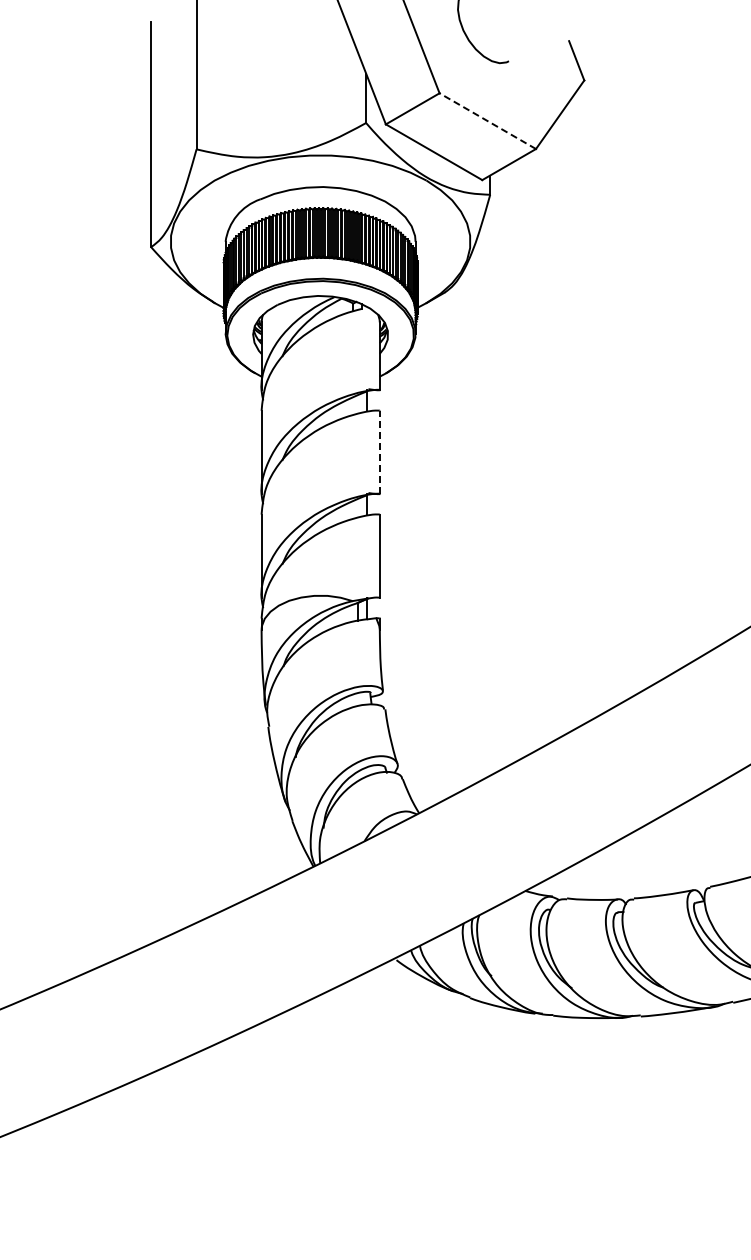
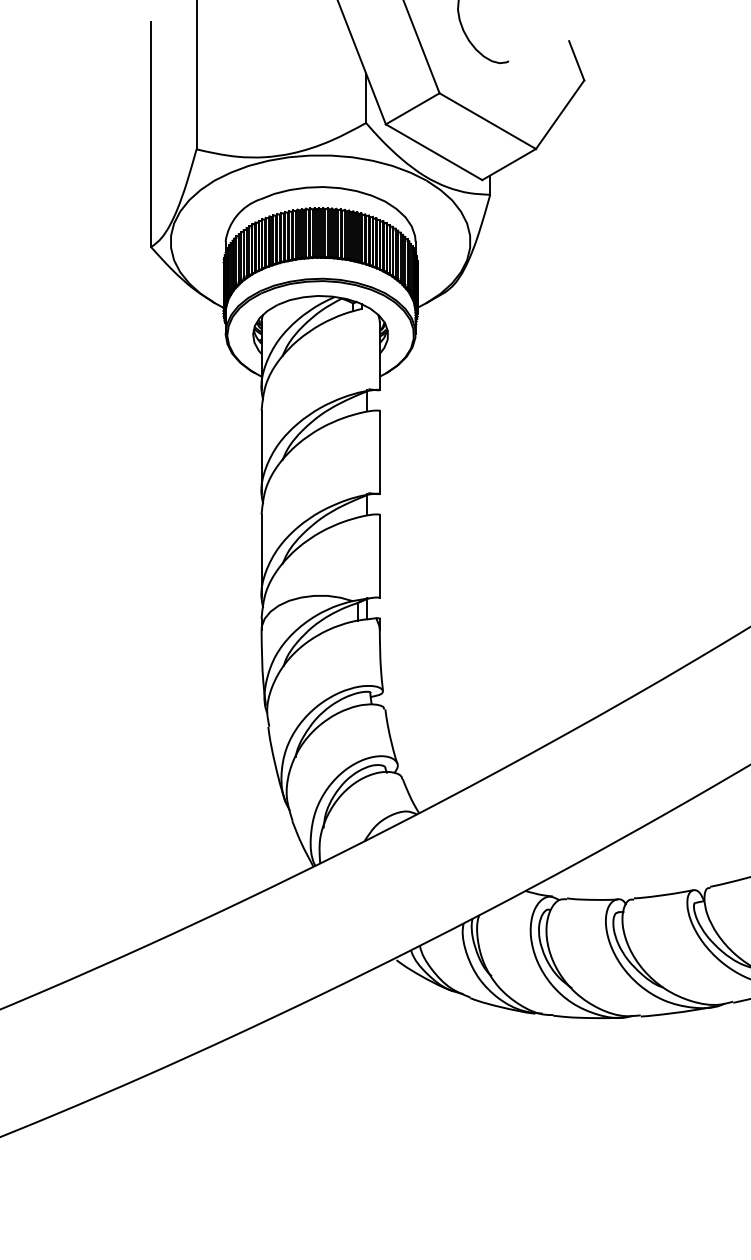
line at (487, 121): dashed -> solid
line at (379, 452): dashed -> solid
